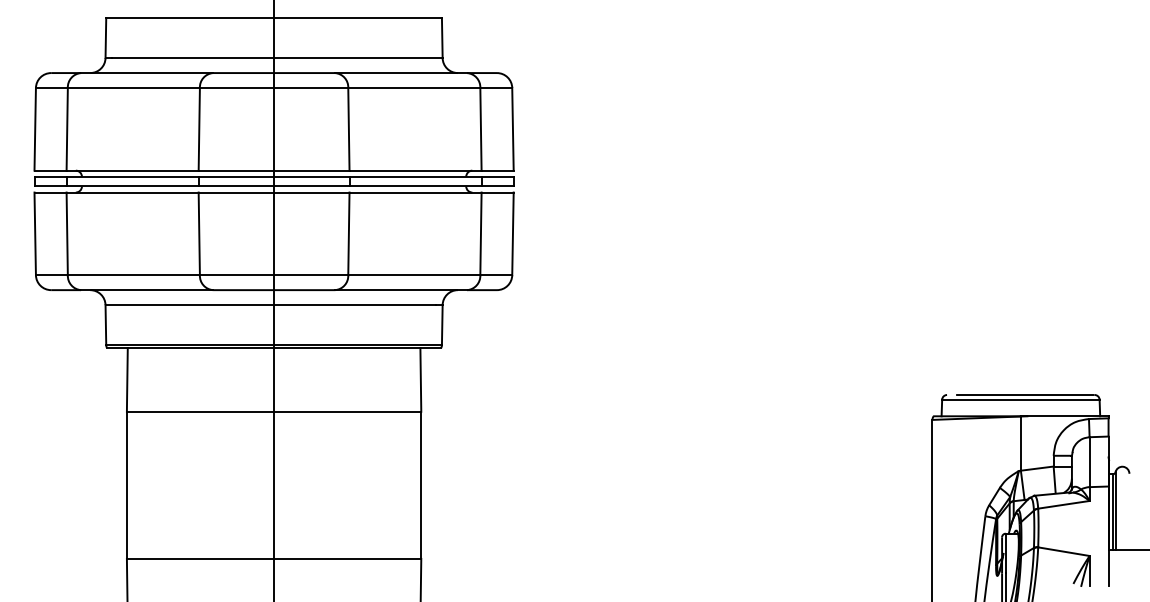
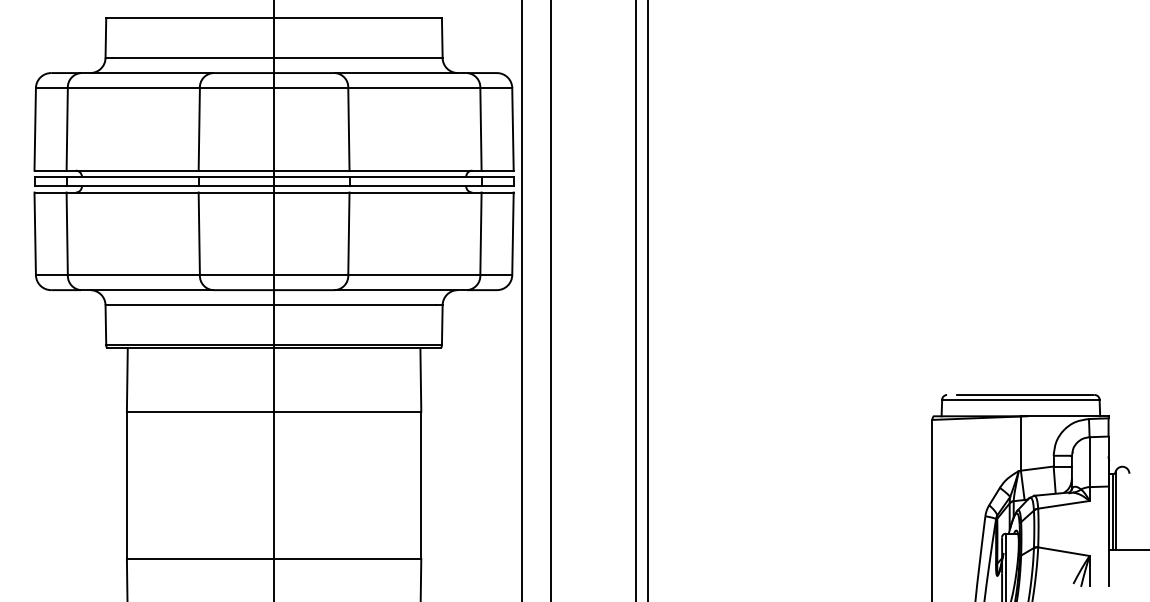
line at (521, 300): none -> present
line at (550, 300): none -> present
line at (636, 300): none -> present
line at (647, 300): none -> present
